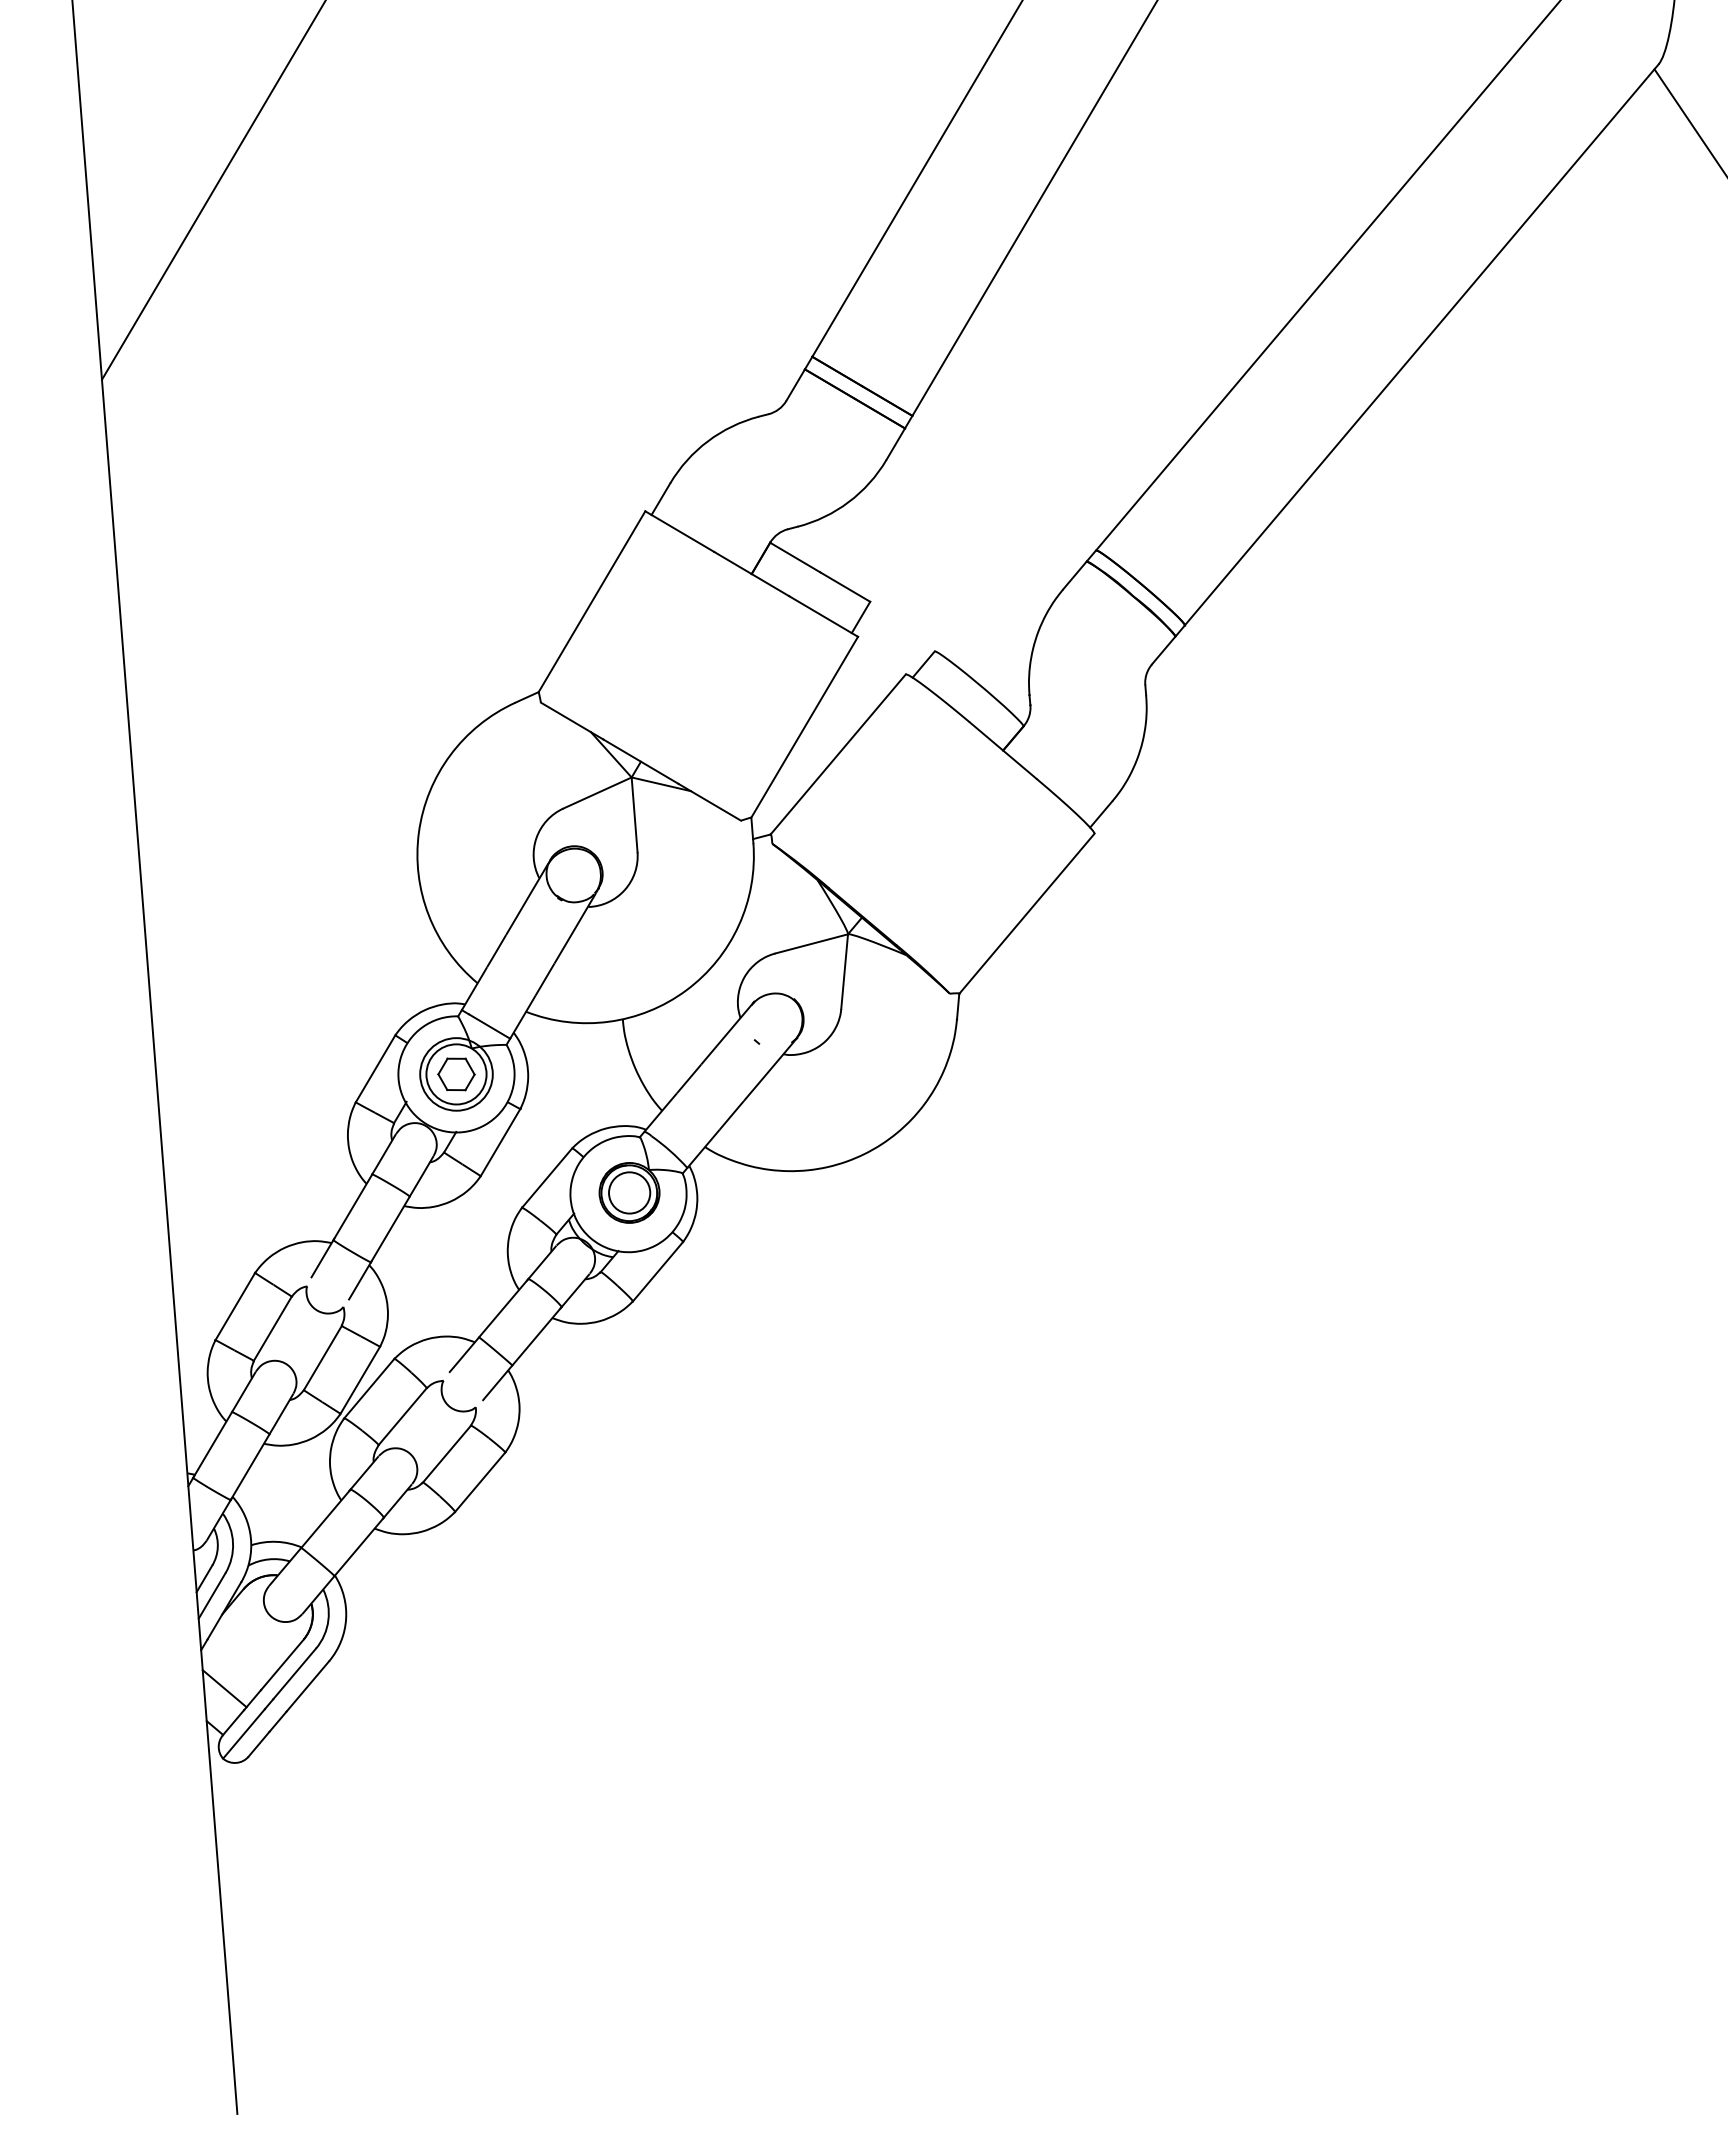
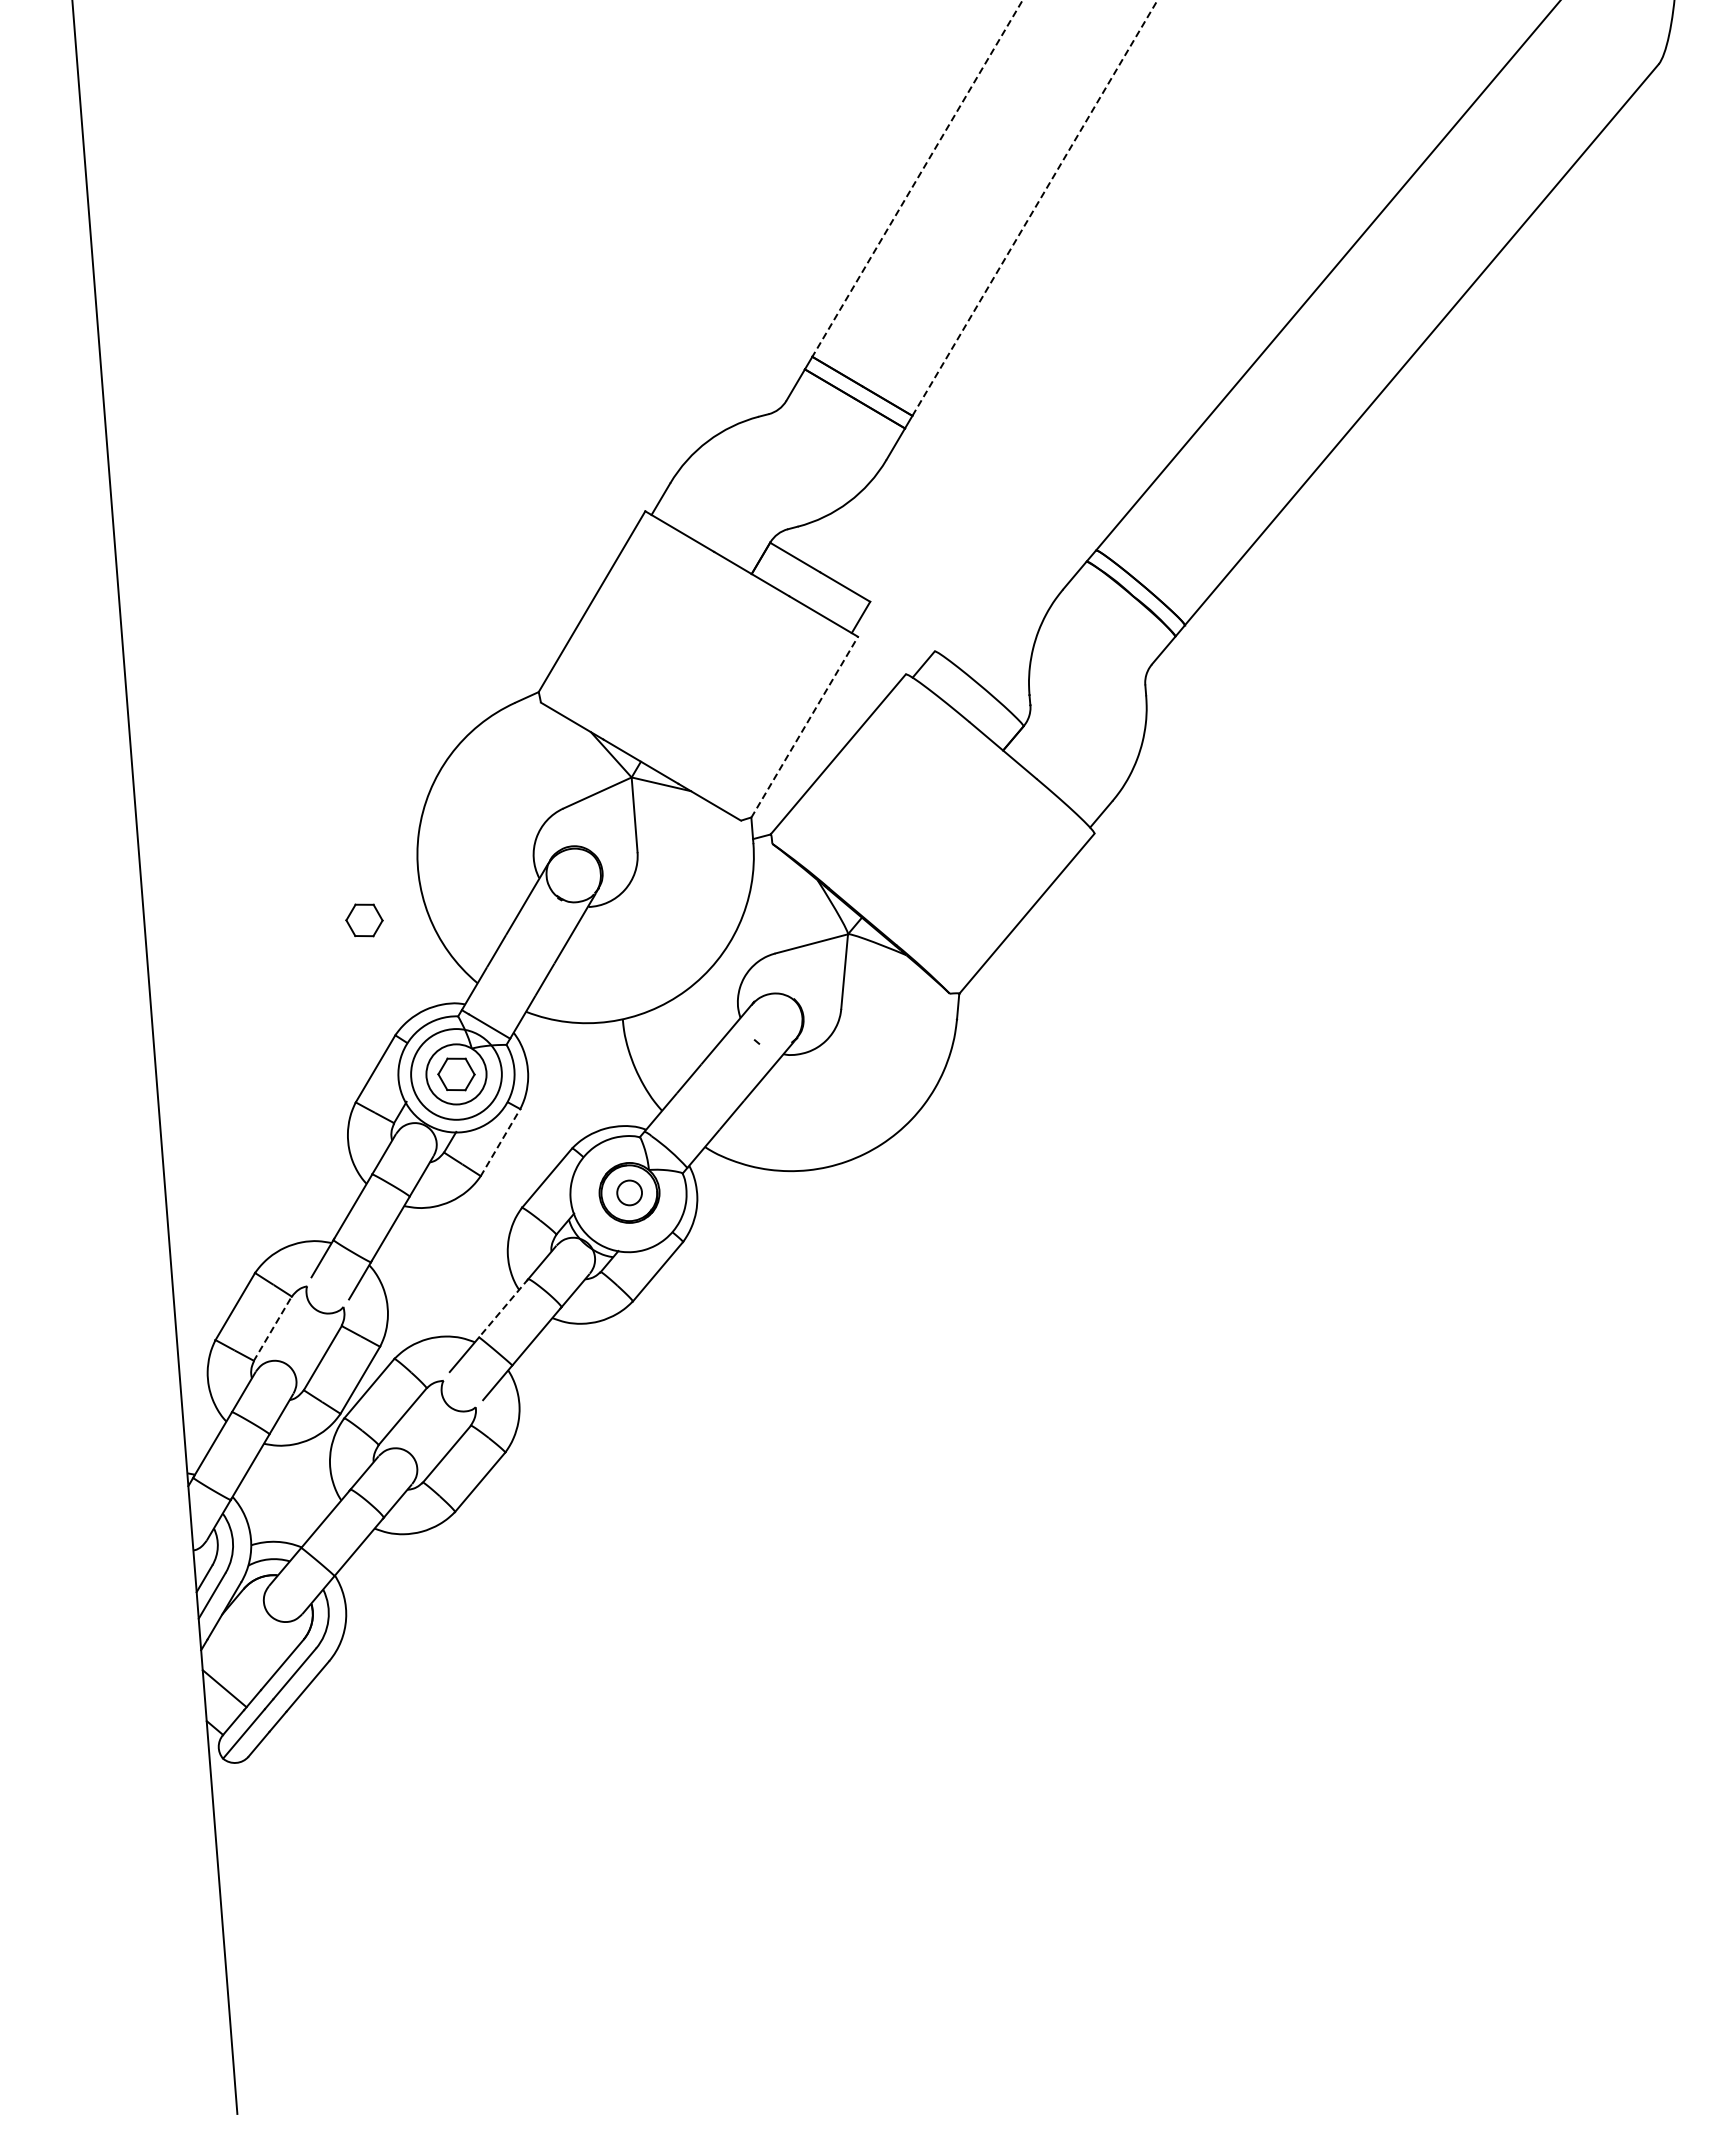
line at (1689, 120): present -> none
line at (917, 178): solid -> dashed
line at (213, 190): present -> none
line at (1034, 208): solid -> dashed
line at (804, 726): solid -> dashed
part at (364, 920): none -> present
circle at (456, 1074) diameter: 73 px -> 91 px
line at (500, 1142): solid -> dashed
circle at (629, 1192) diameter: 41 px -> 25 px
line at (503, 1308): solid -> dashed
line at (272, 1329): solid -> dashed
